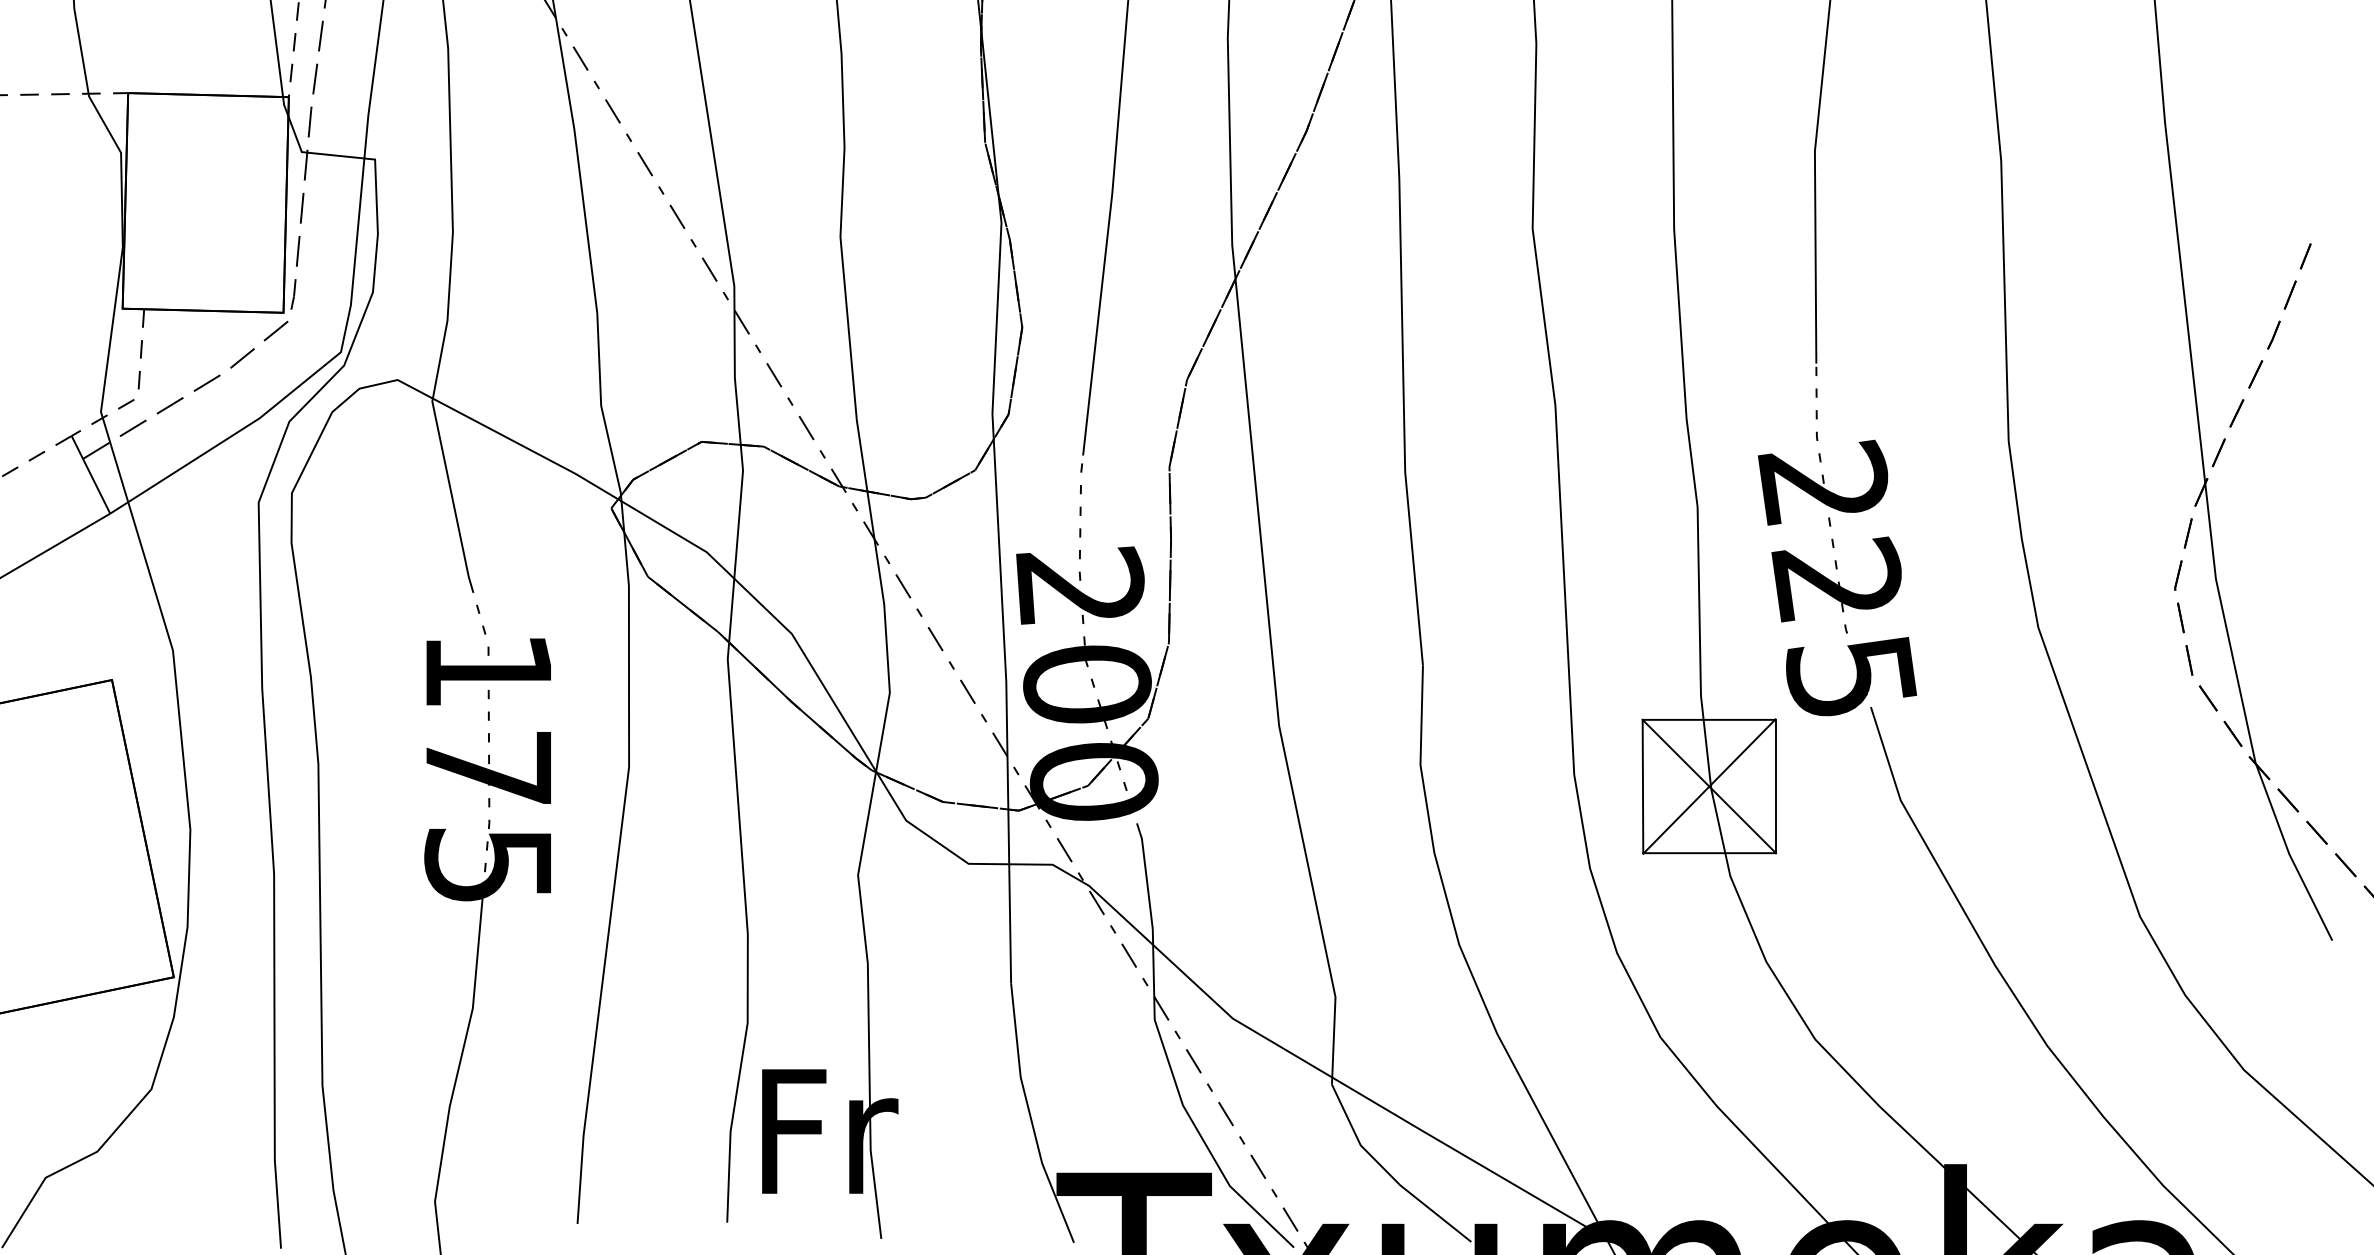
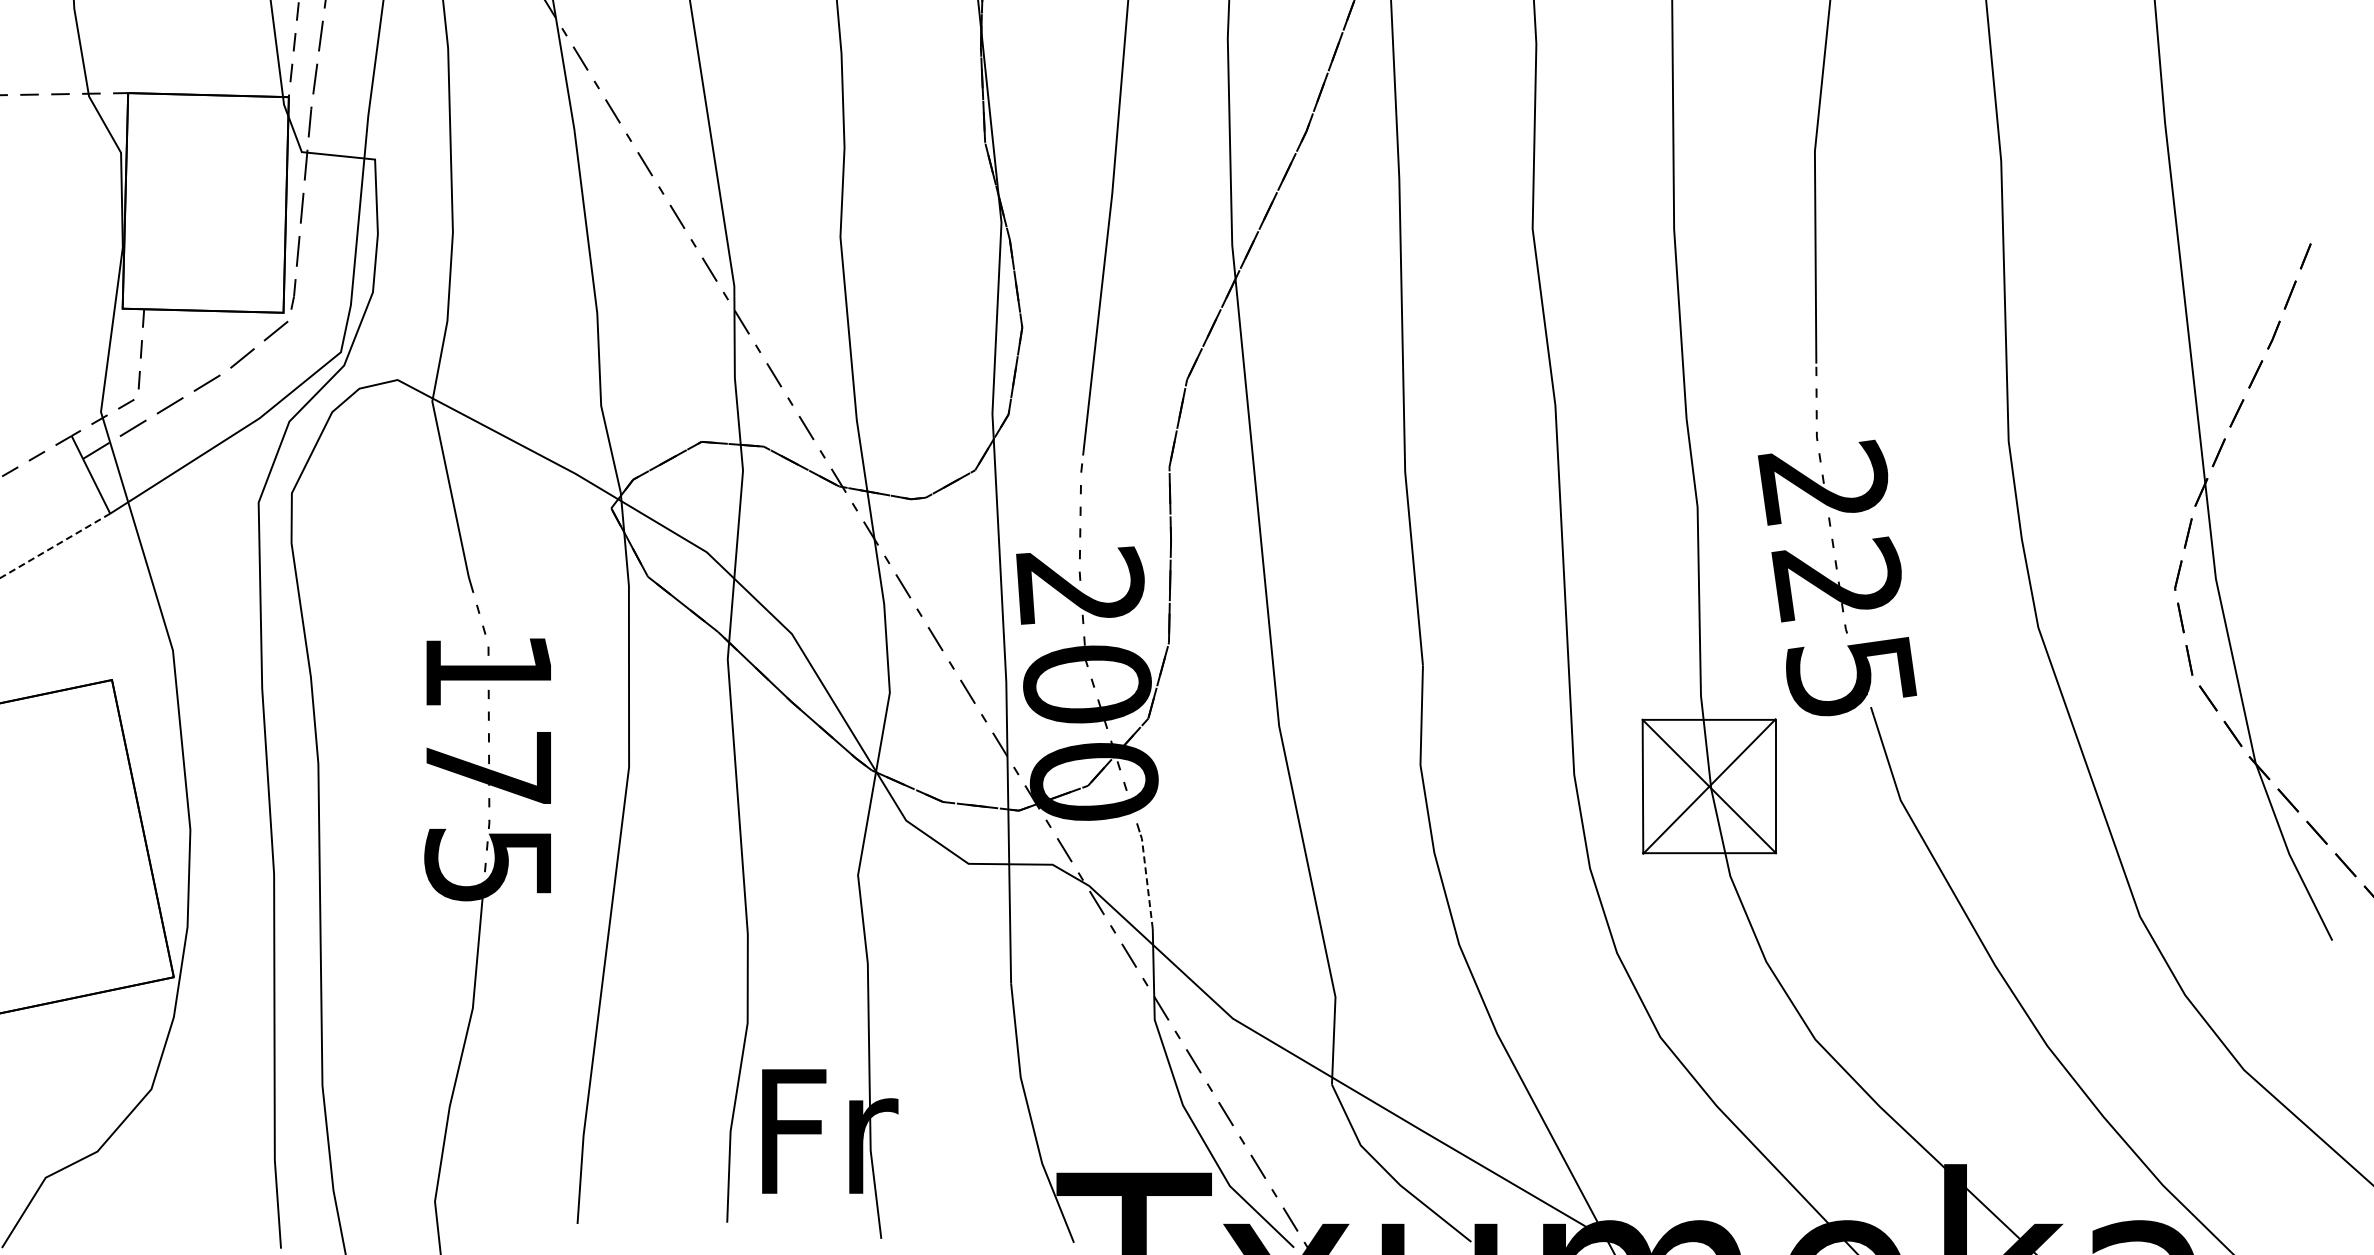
line at (55, 545): solid -> dashed
line at (1146, 879): solid -> dashed
